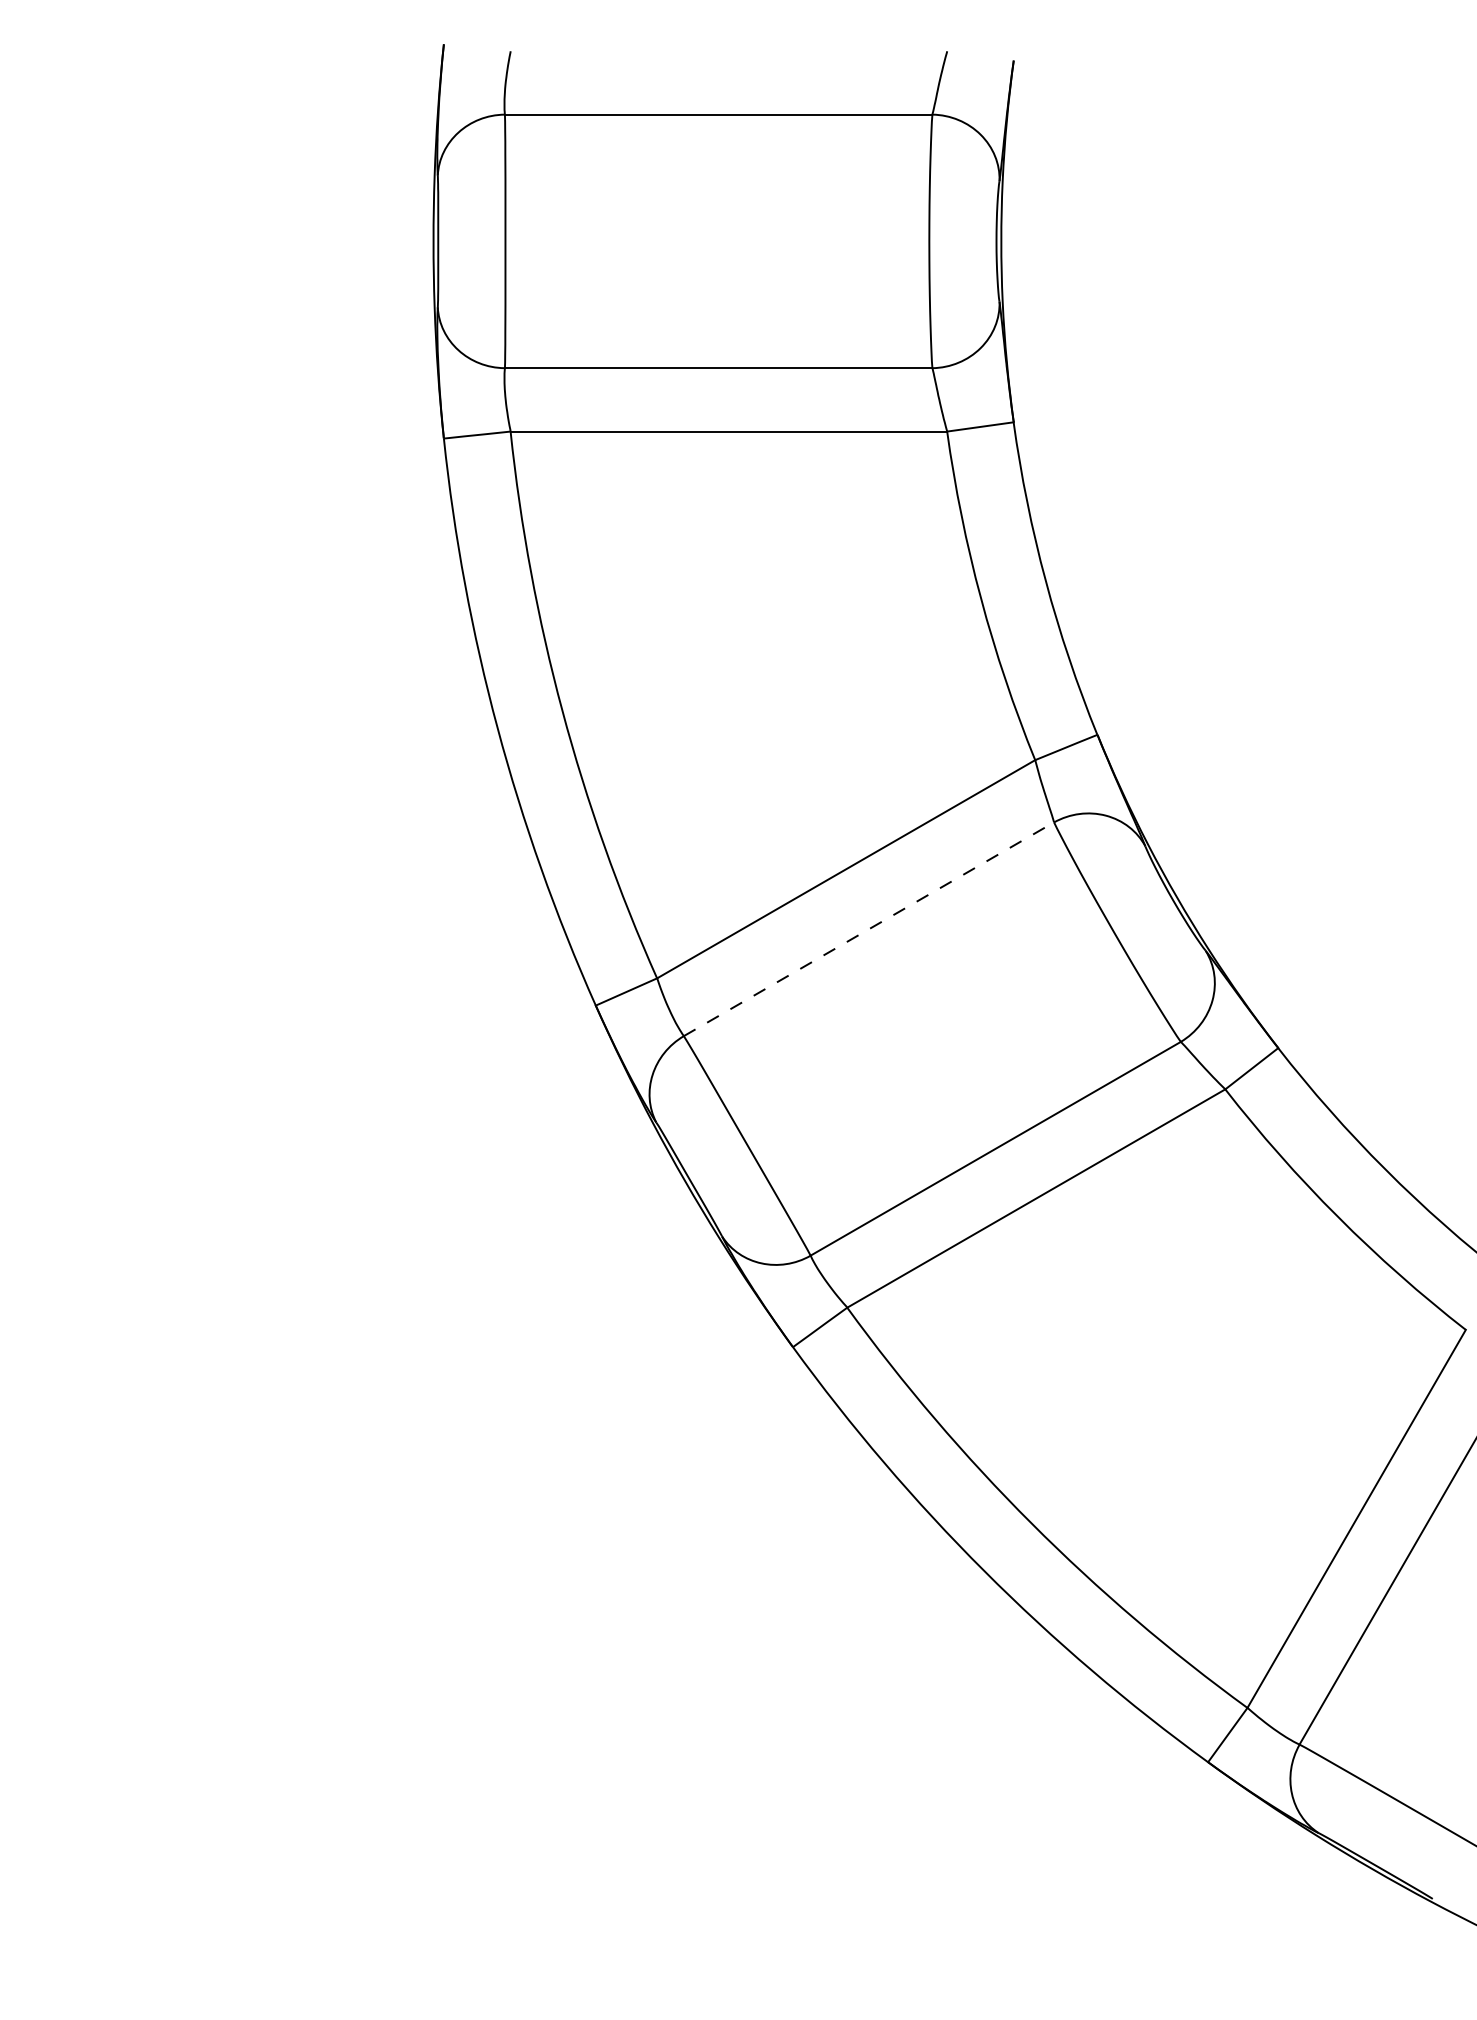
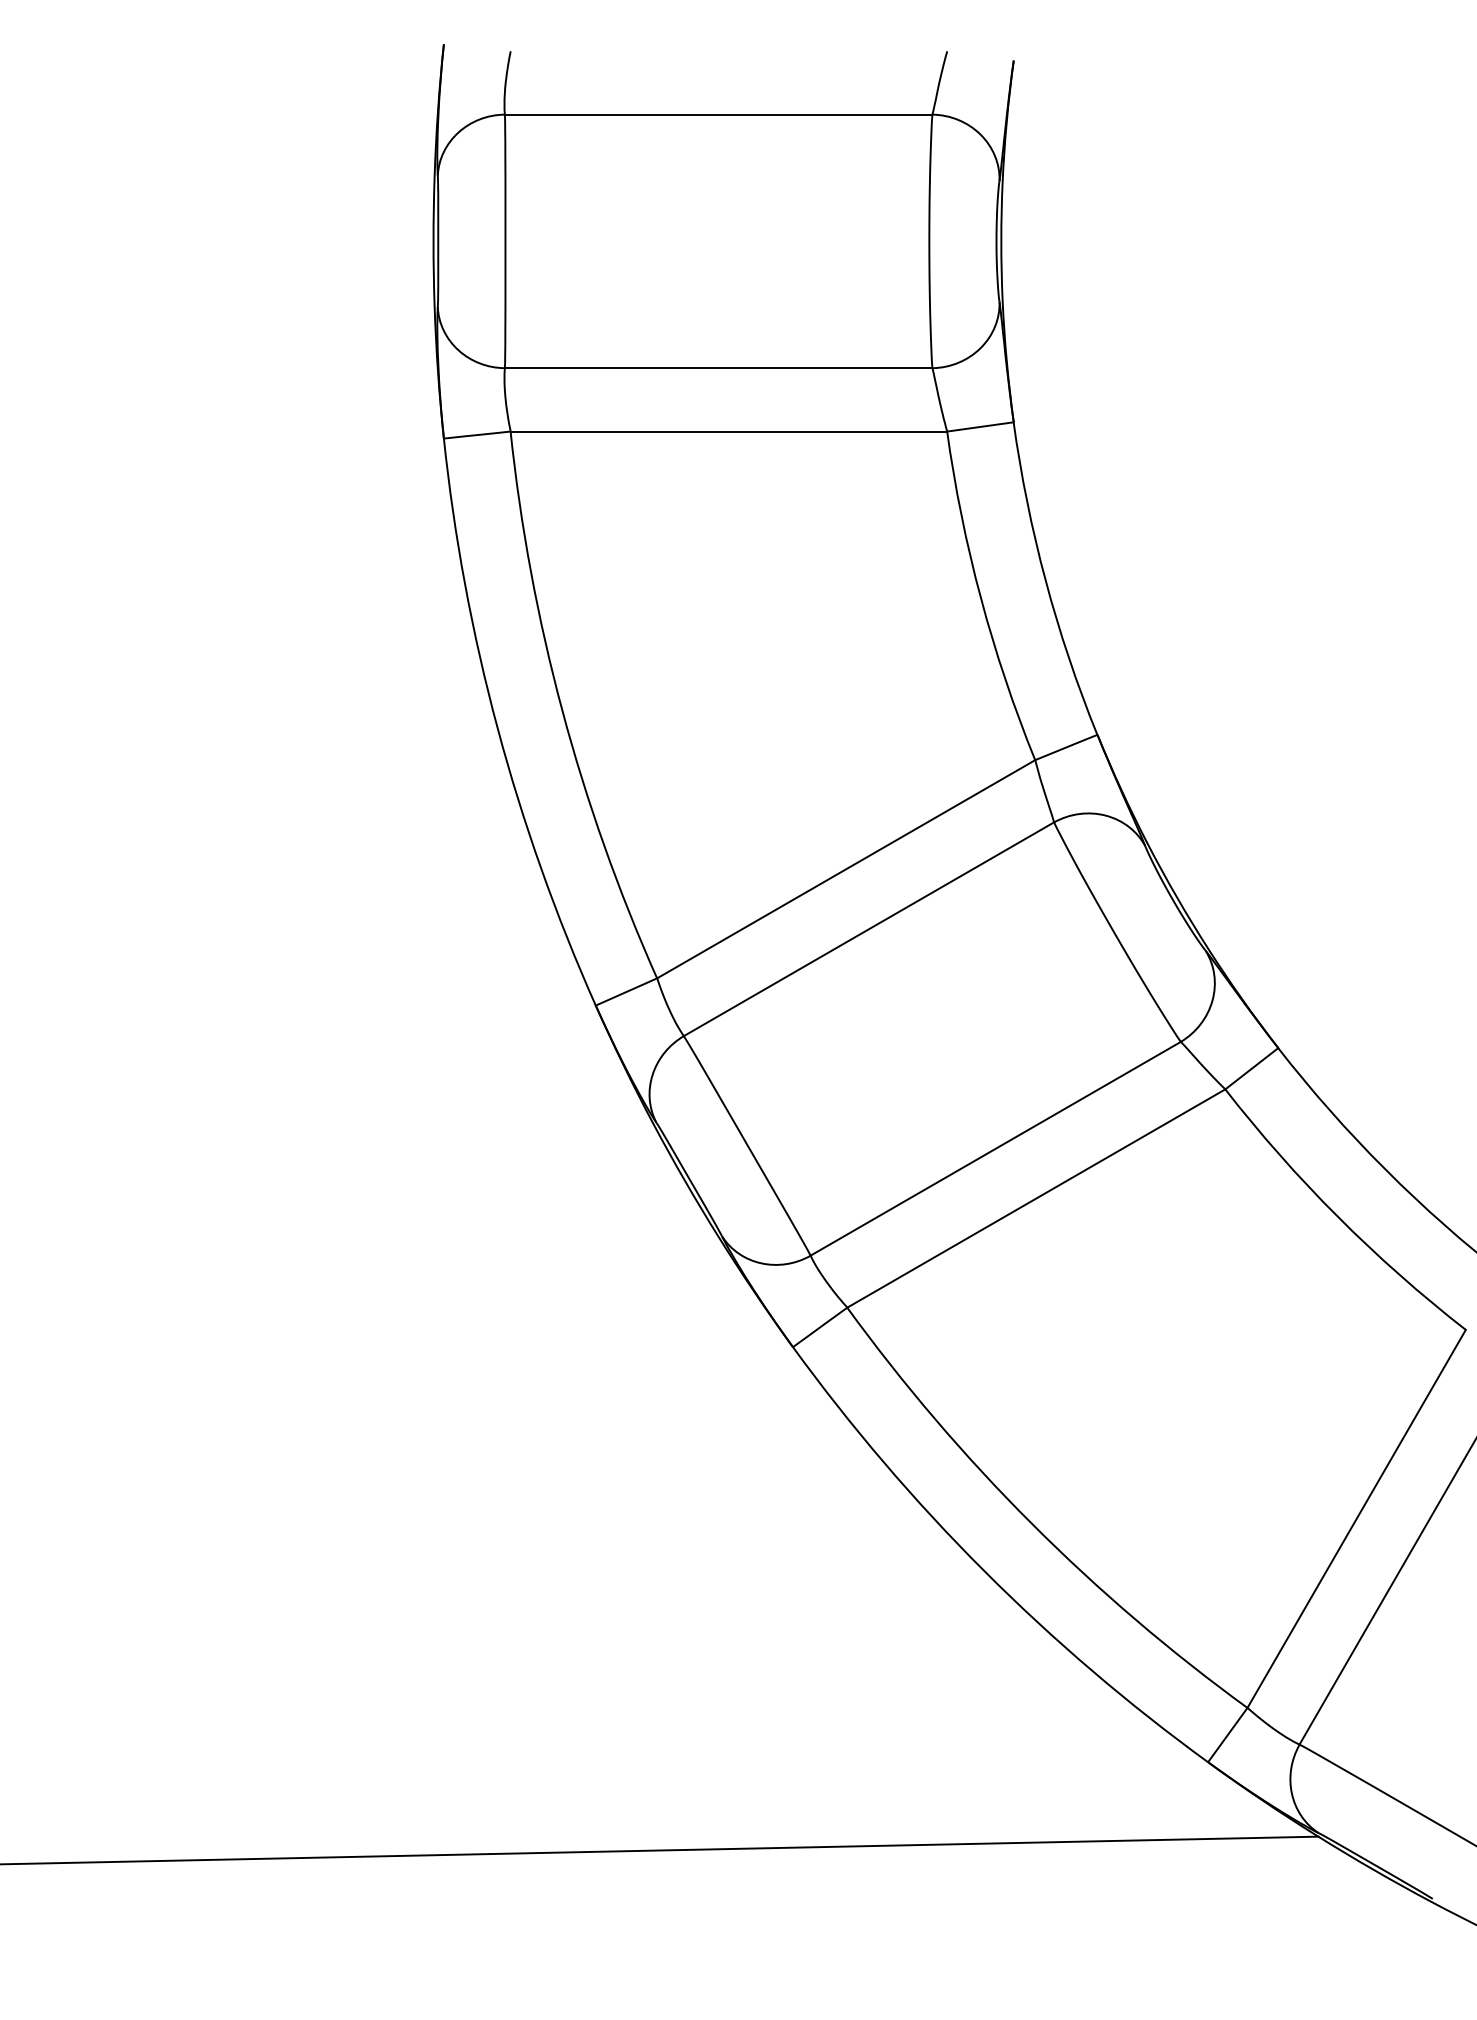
line at (868, 929): dashed -> solid
line at (660, 1850): none -> present
